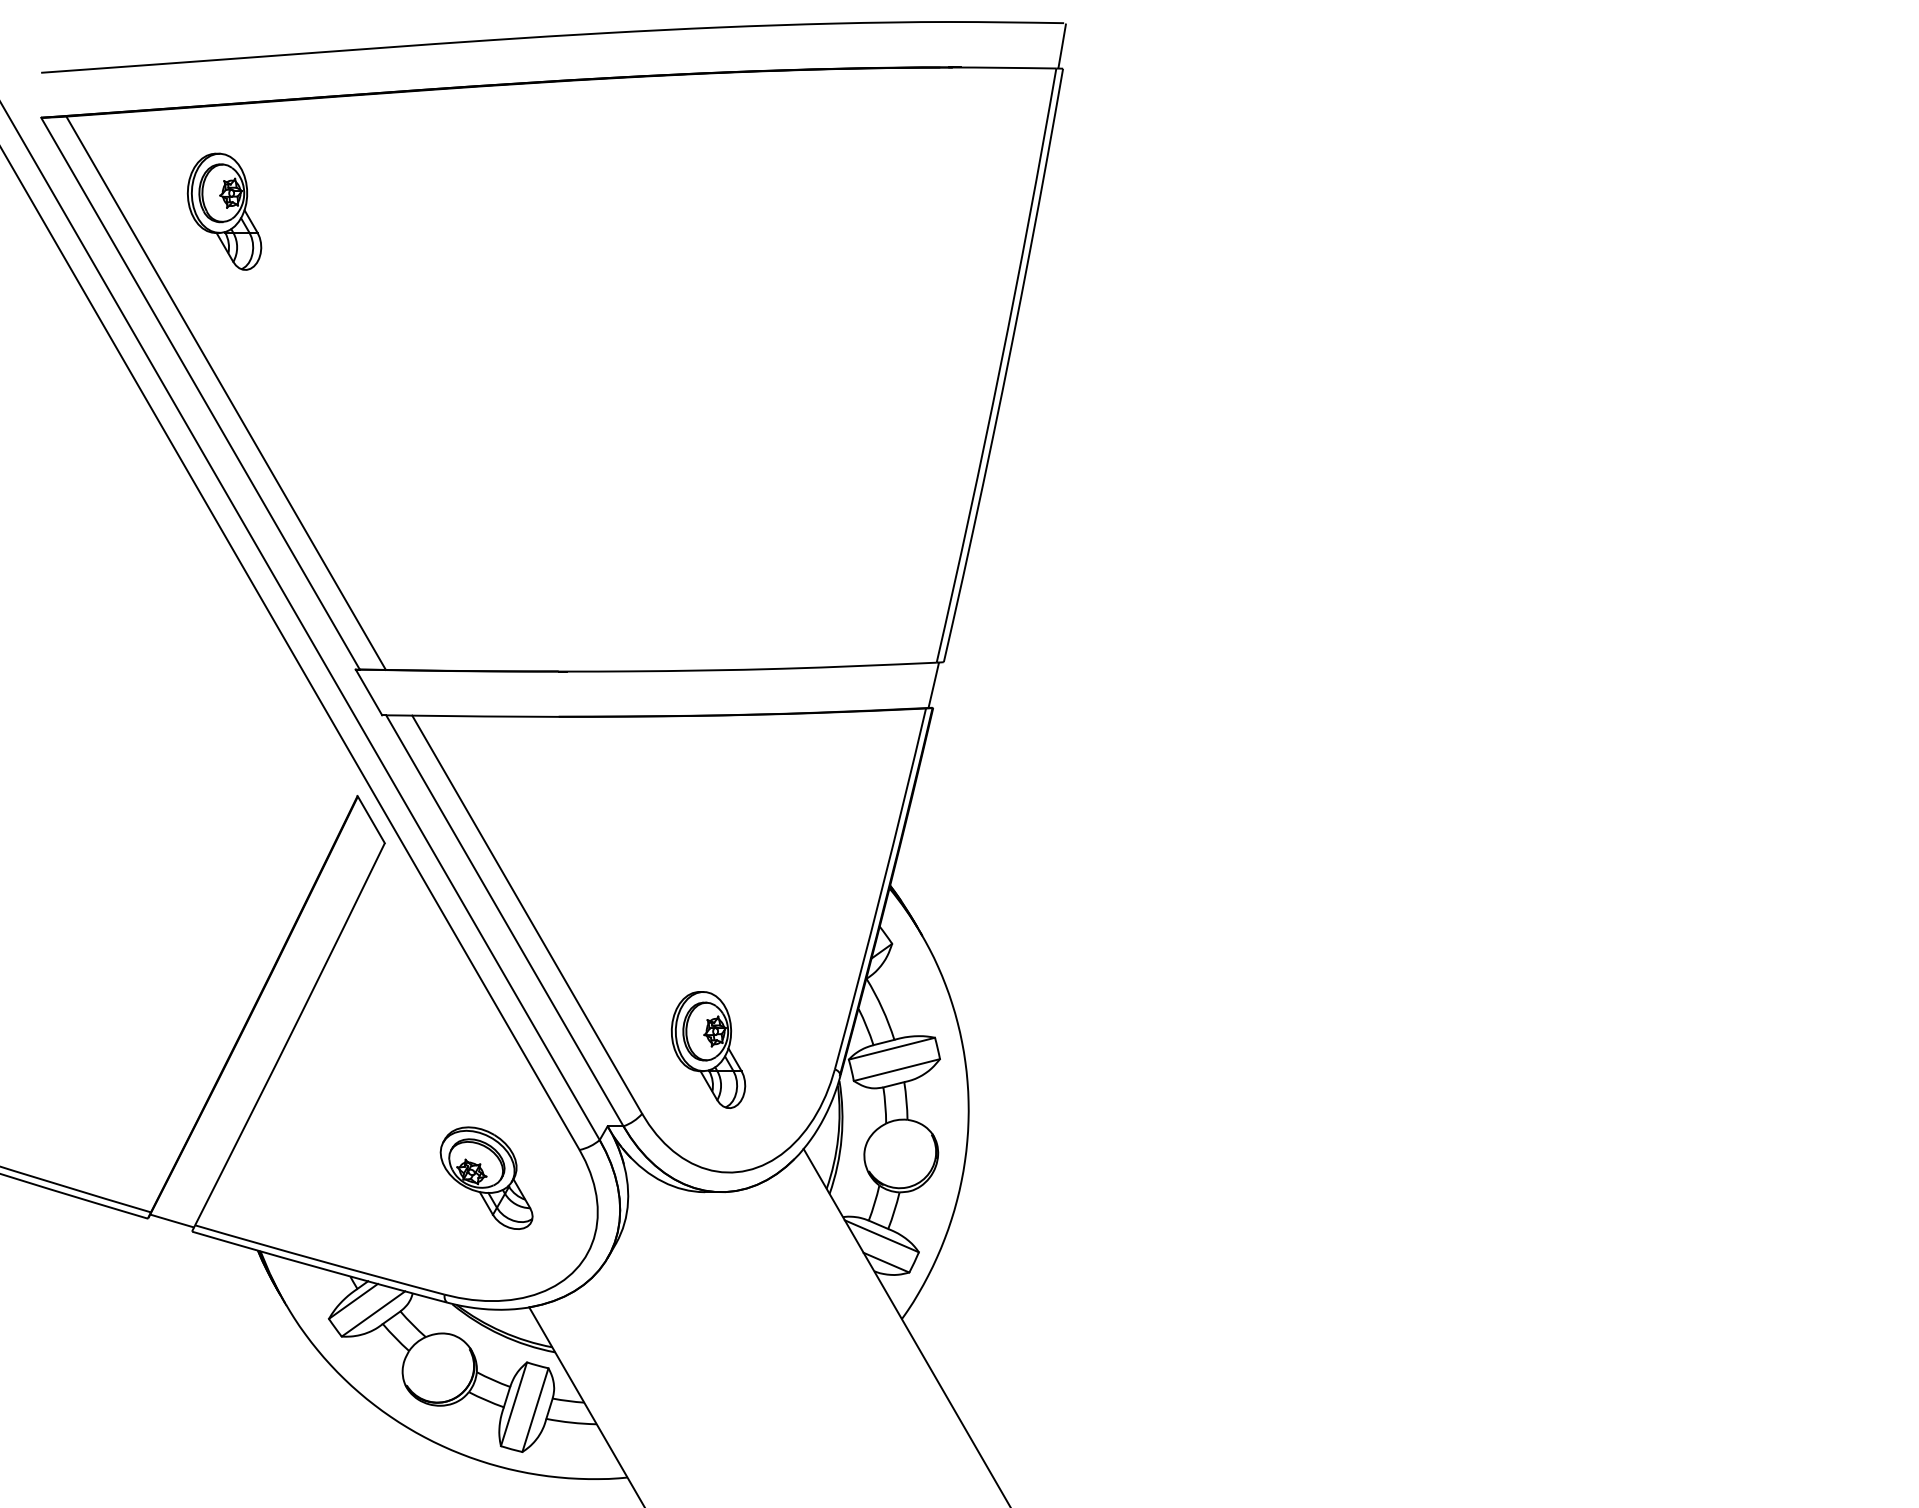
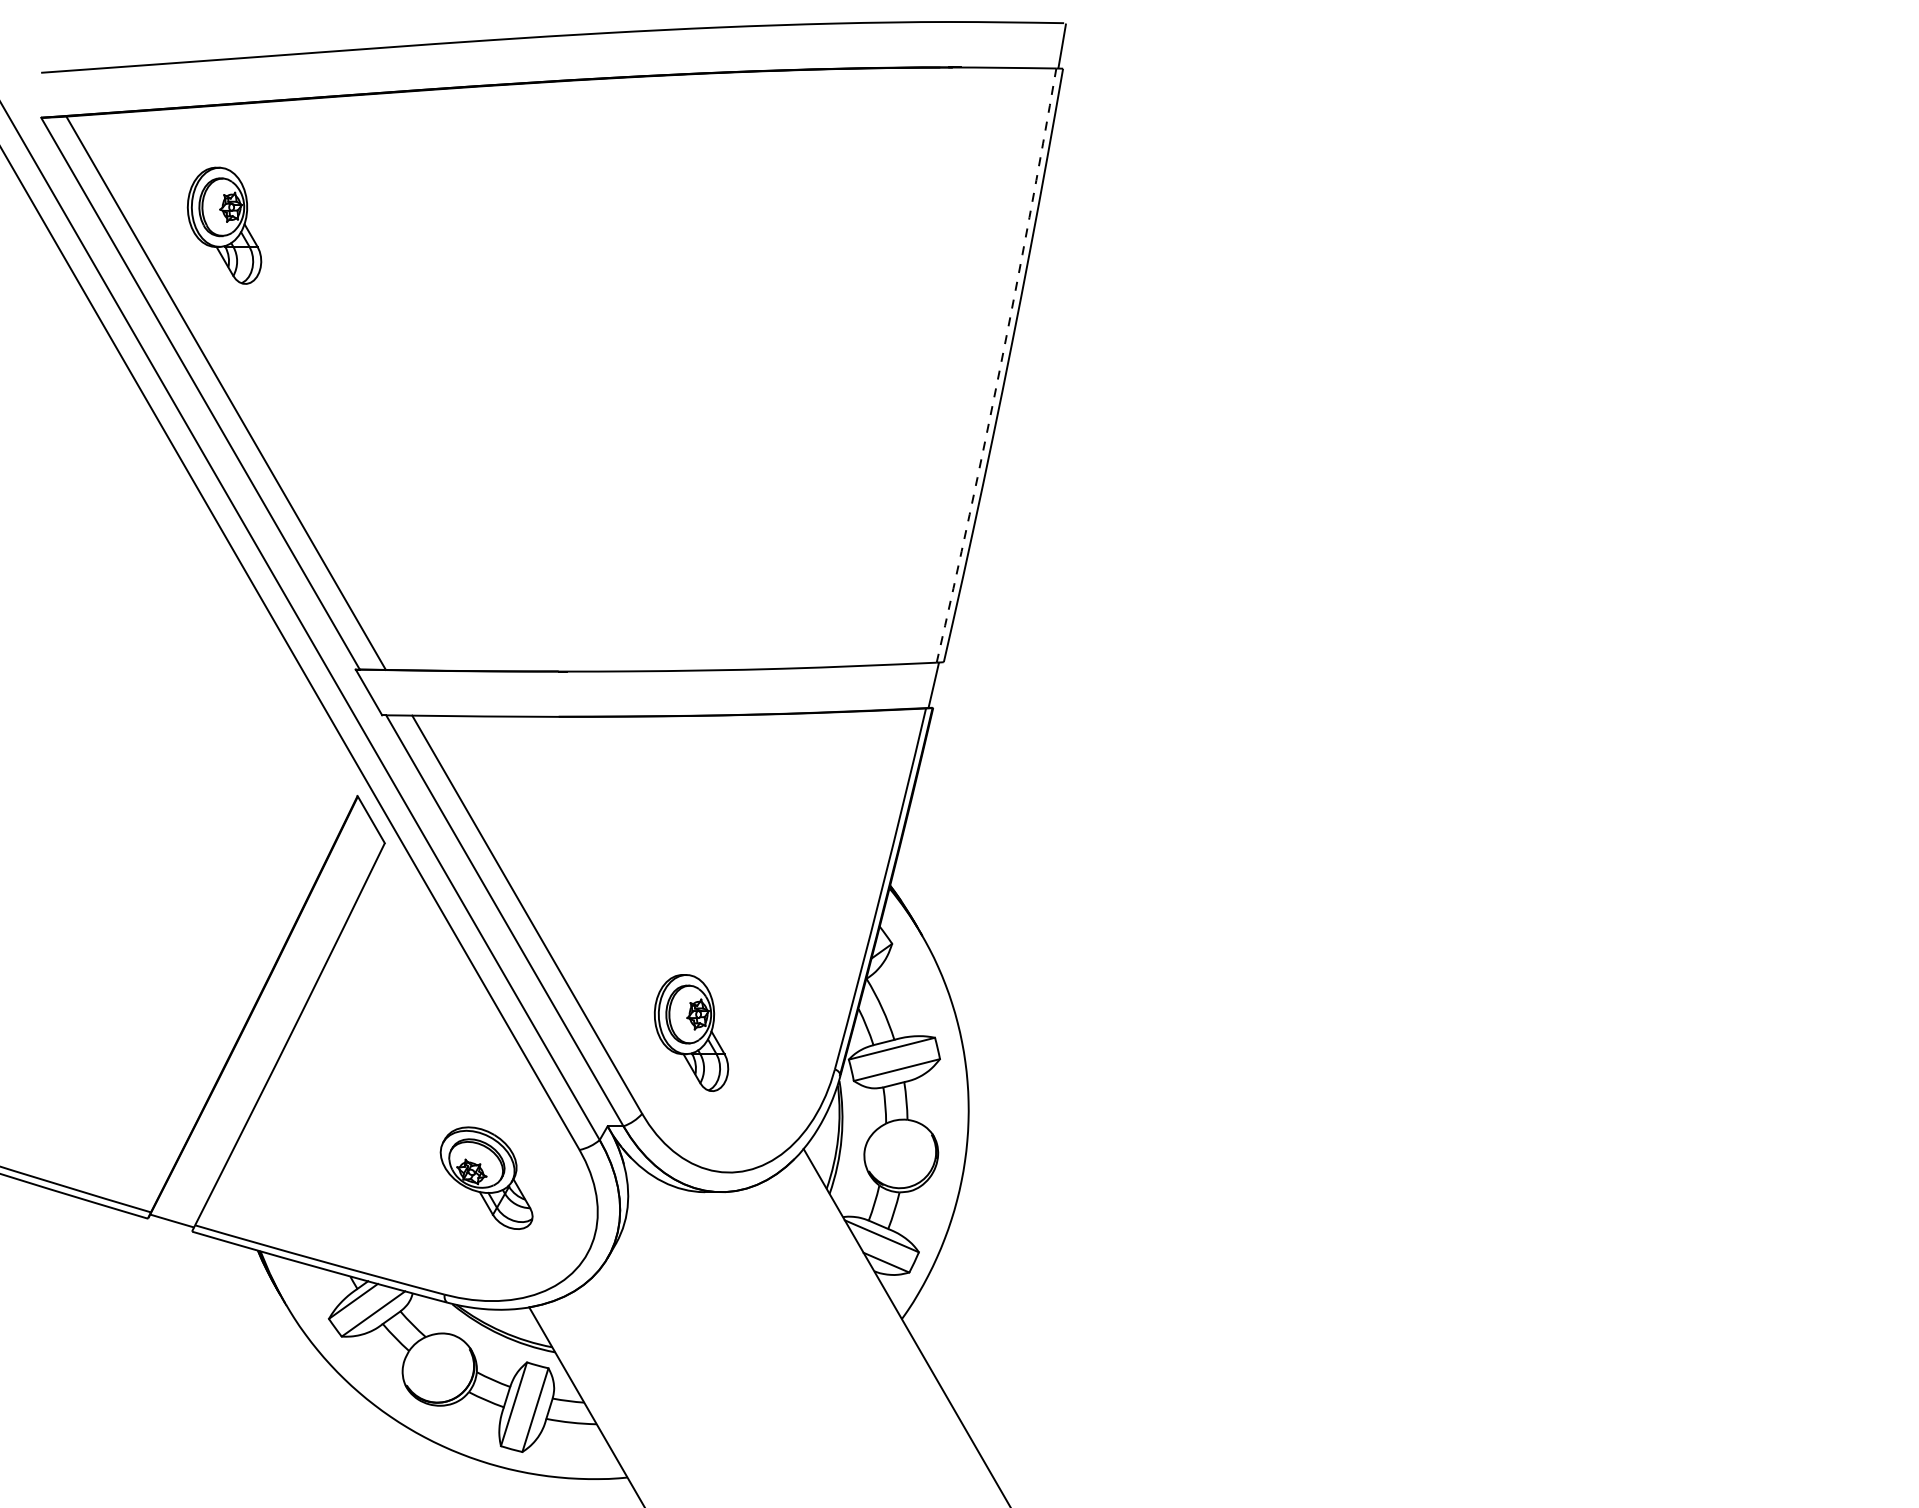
part at (224, 211) position: (224, 211) -> (224, 225)
arc at (1000, 366): solid -> dashed
part at (708, 1049) position: (708, 1049) -> (691, 1032)
